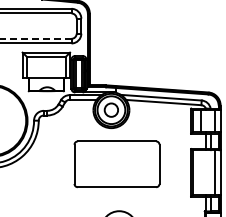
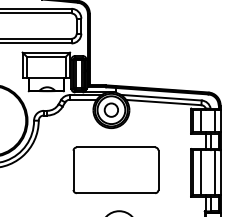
line at (35, 38): dashed -> solid
part at (116, 163) position: (116, 163) -> (115, 169)
line at (201, 172): none -> present
